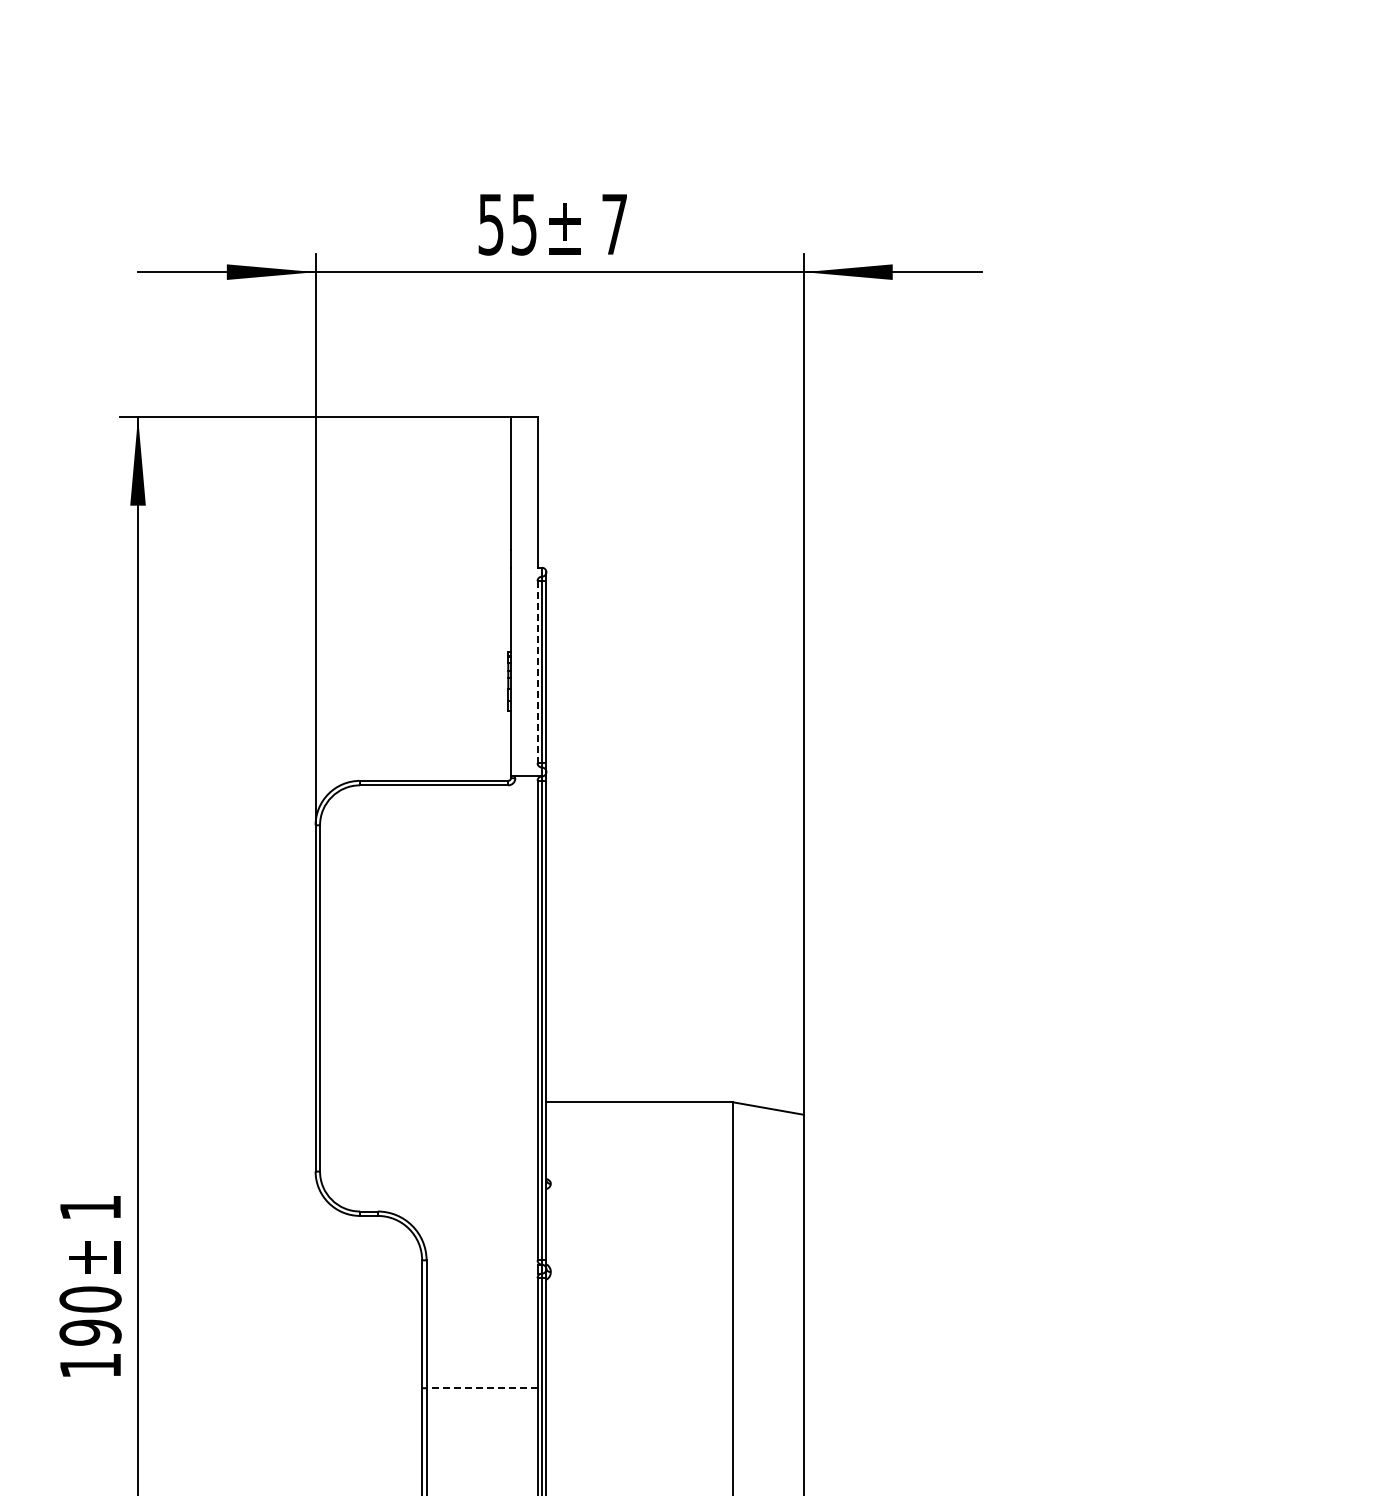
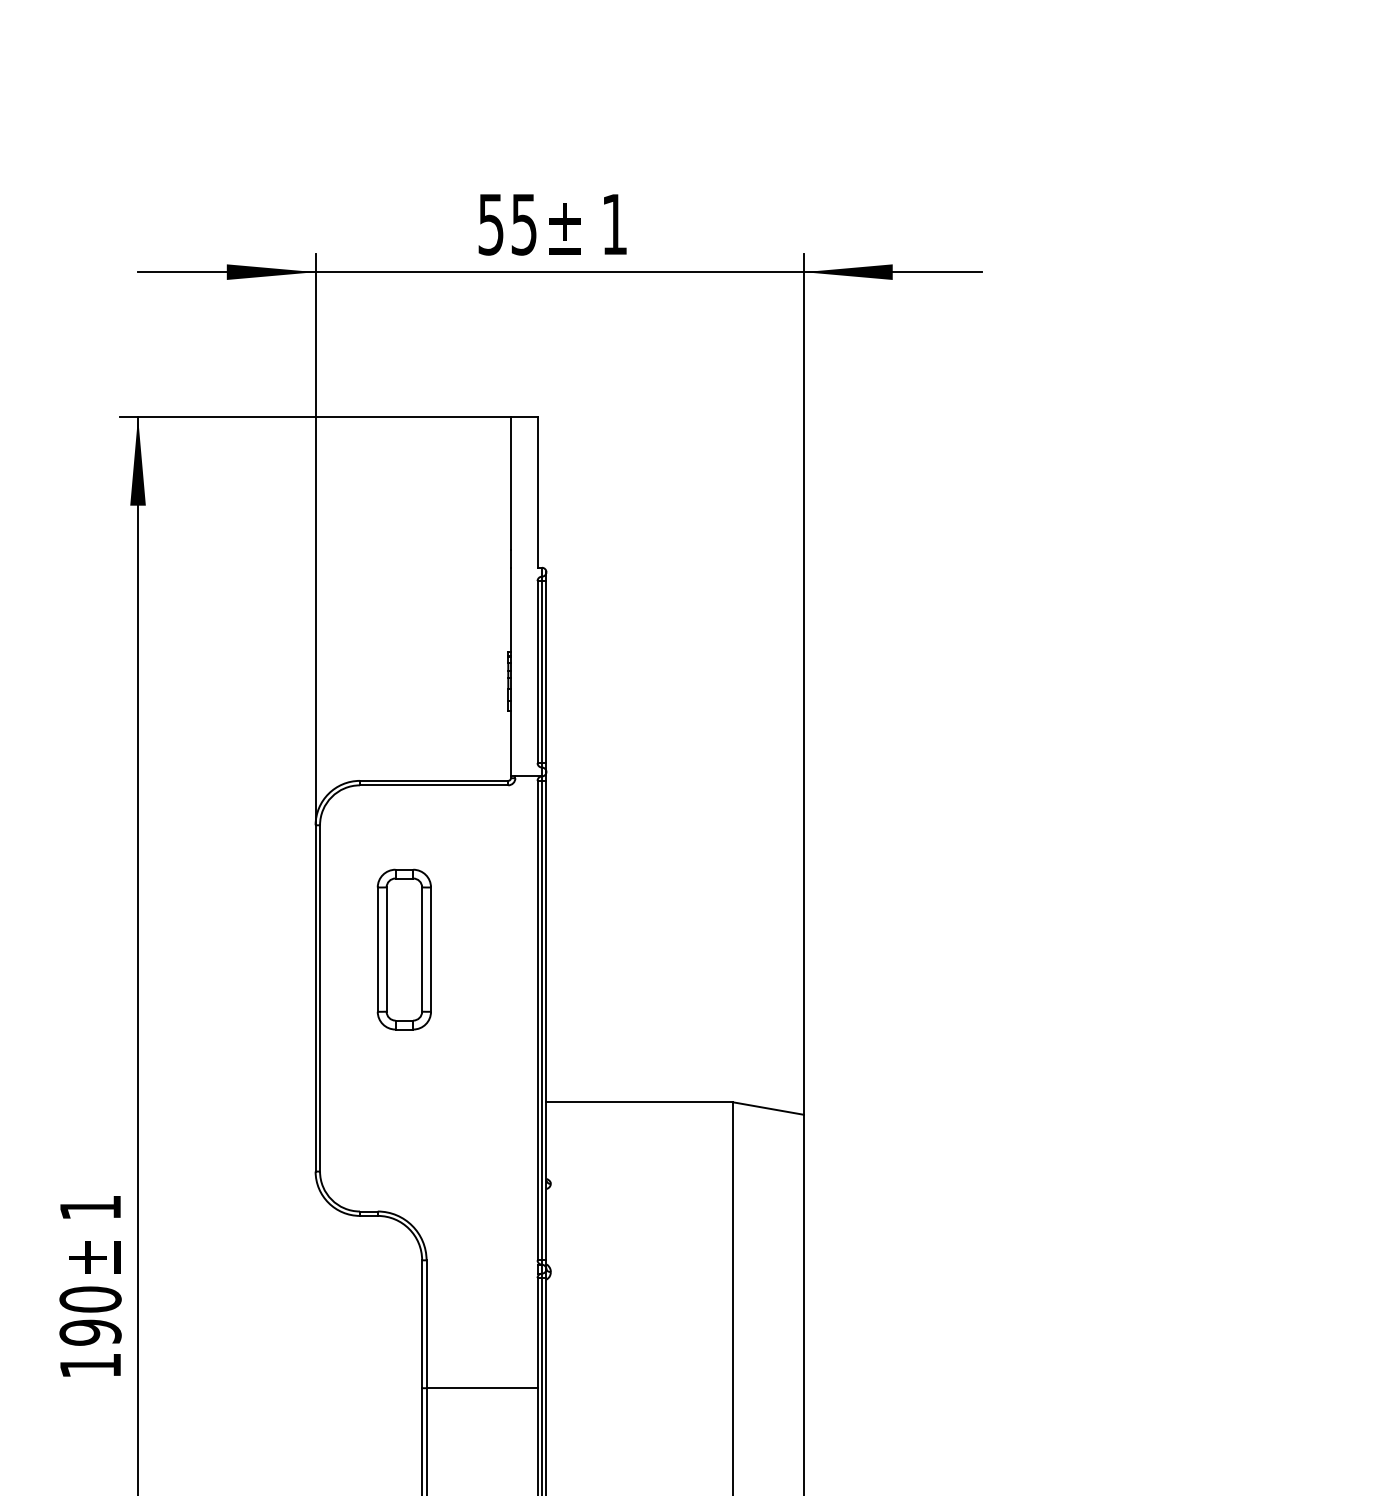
text at (614, 224): 7 -> 1
line at (537, 672): dashed -> solid
part at (403, 949): none -> present
line at (481, 1388): dashed -> solid
